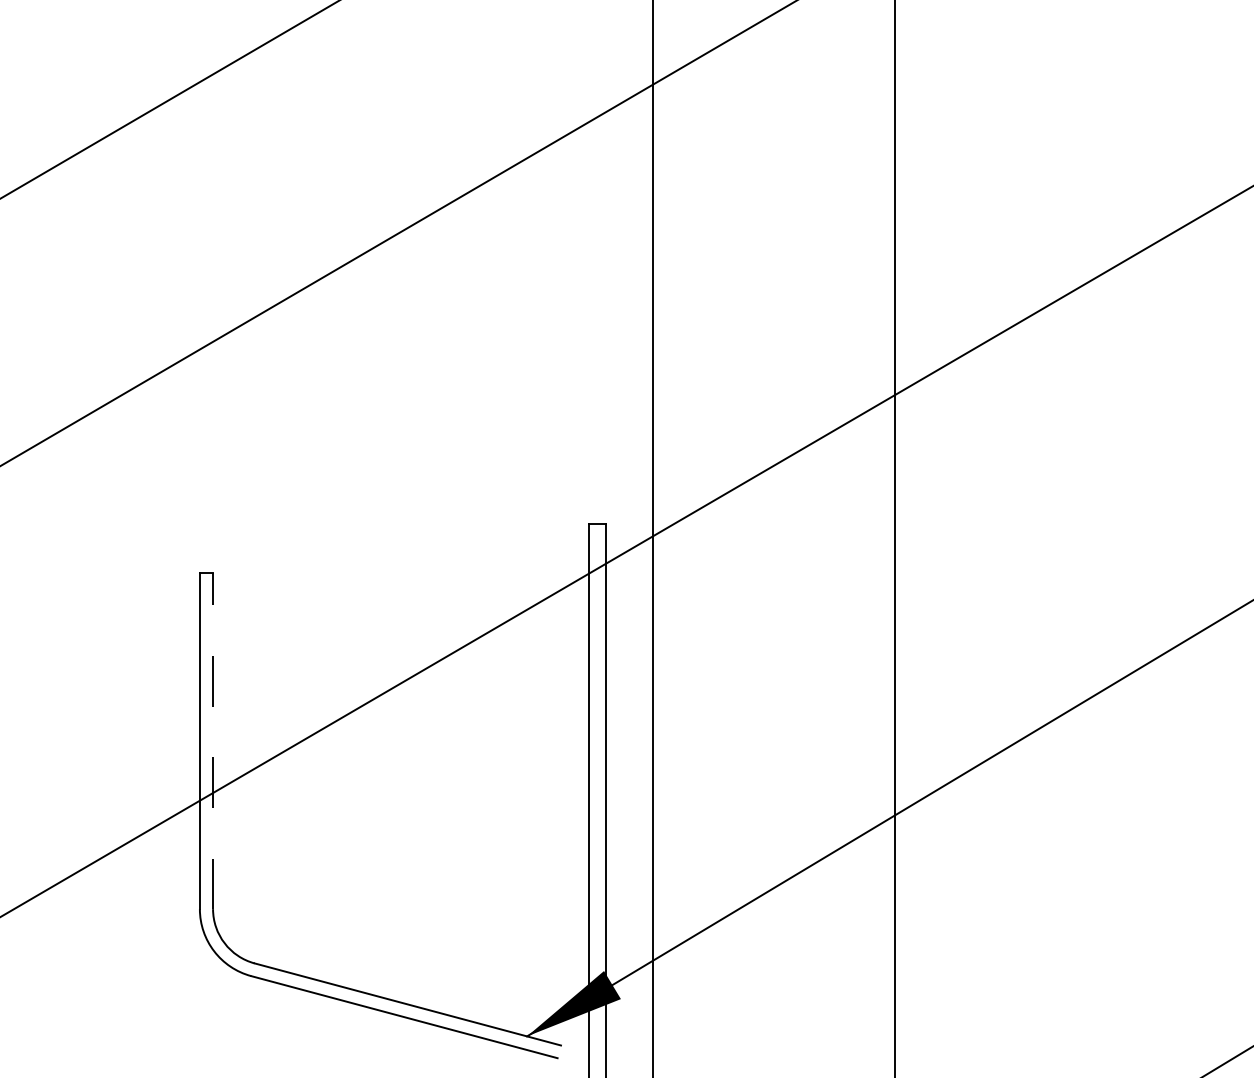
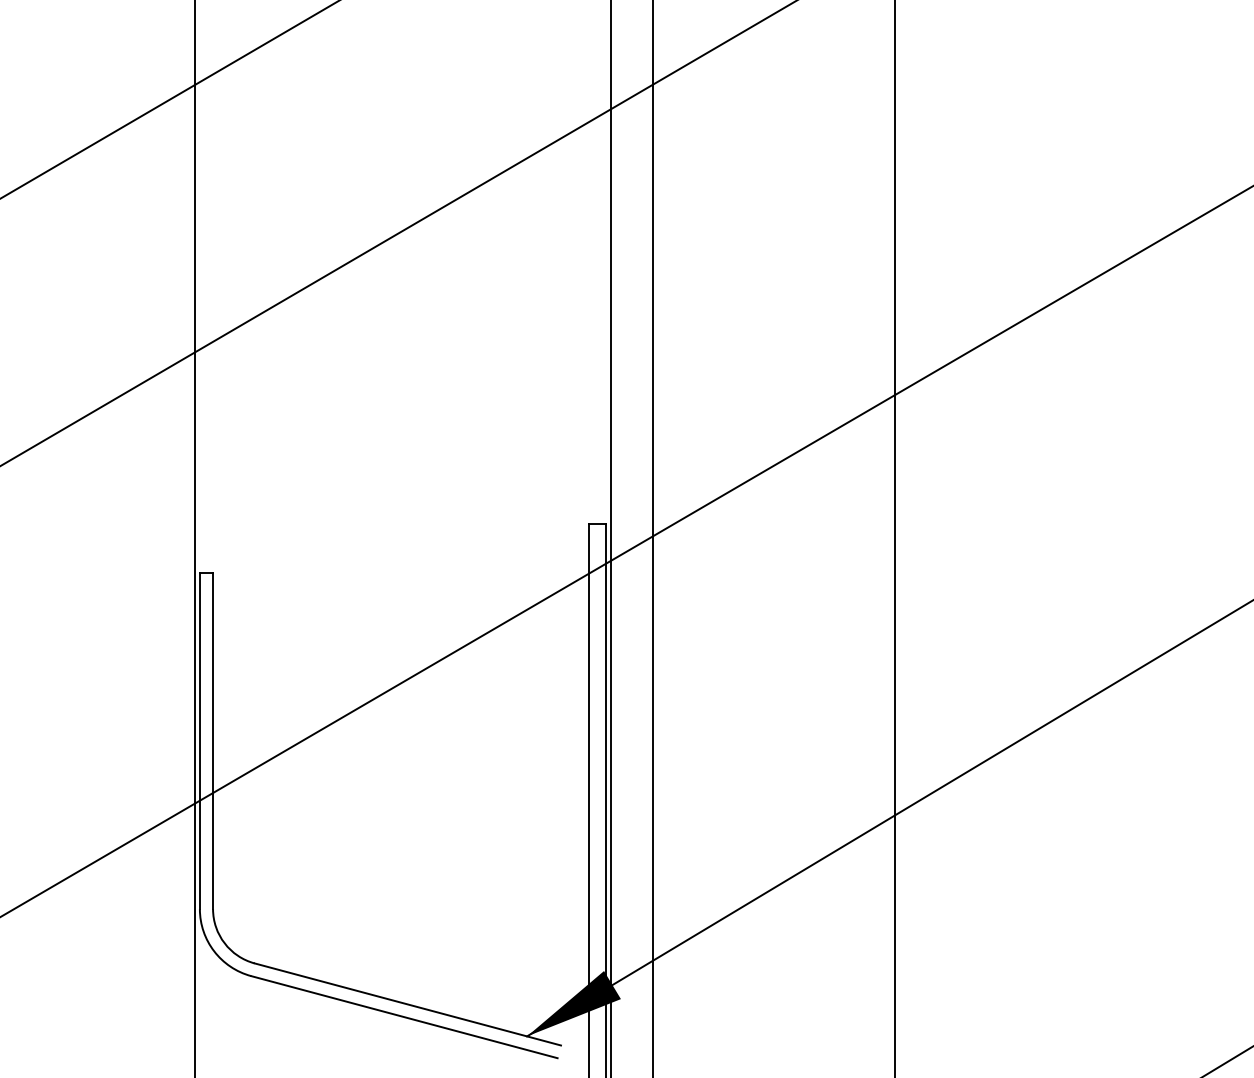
line at (194, 538): none -> present
line at (610, 538): none -> present
line at (213, 740): dashed -> solid
